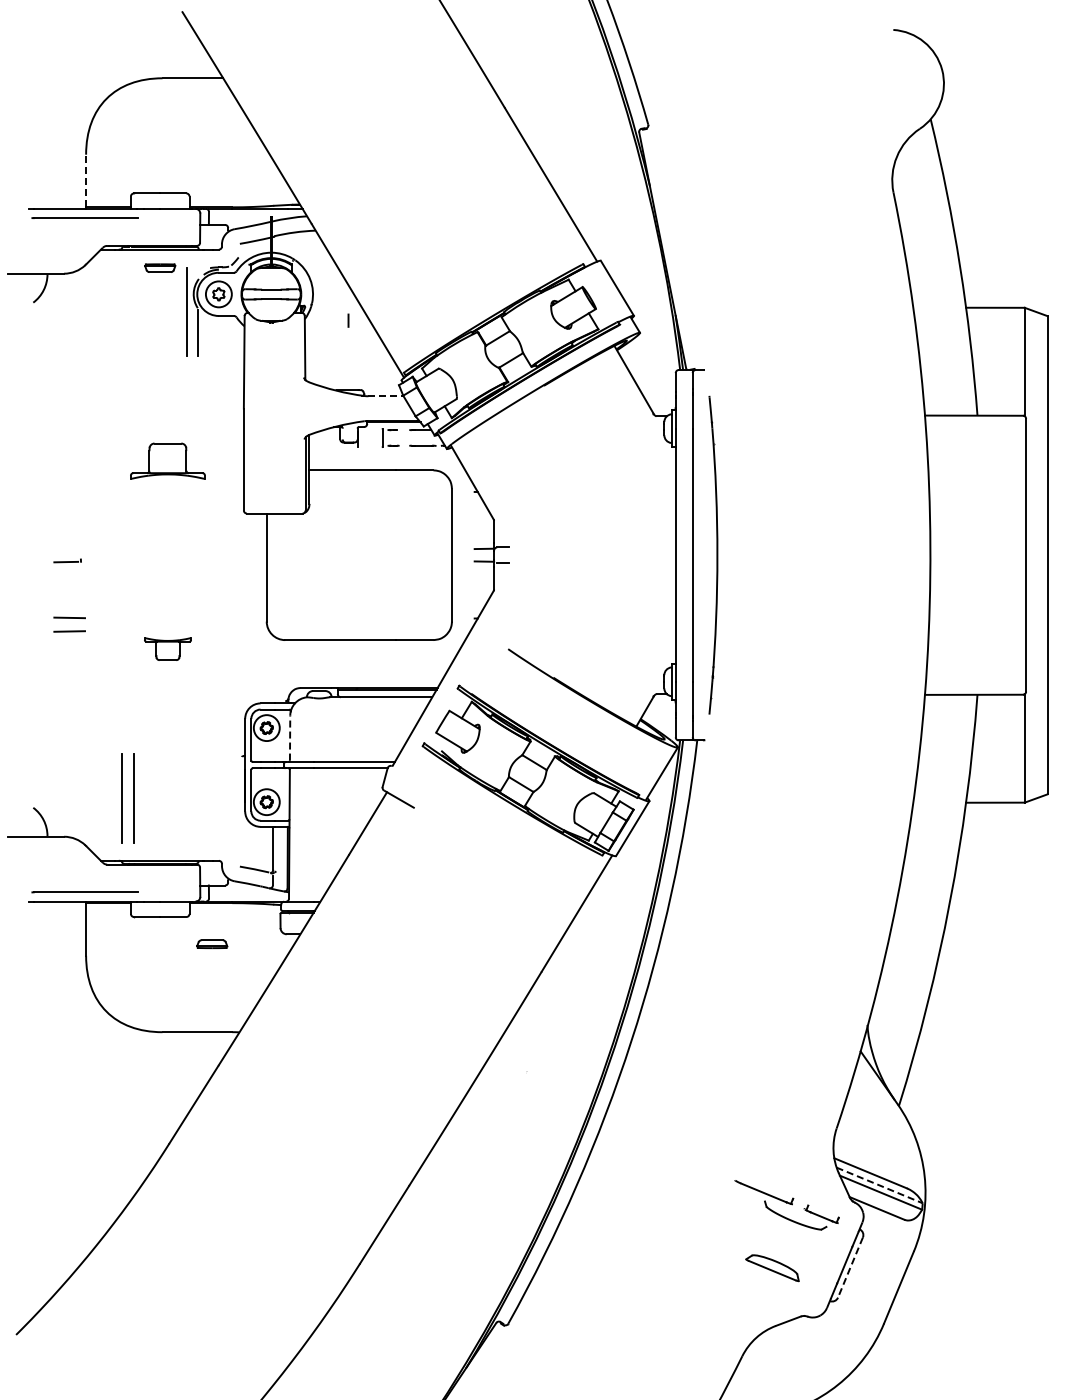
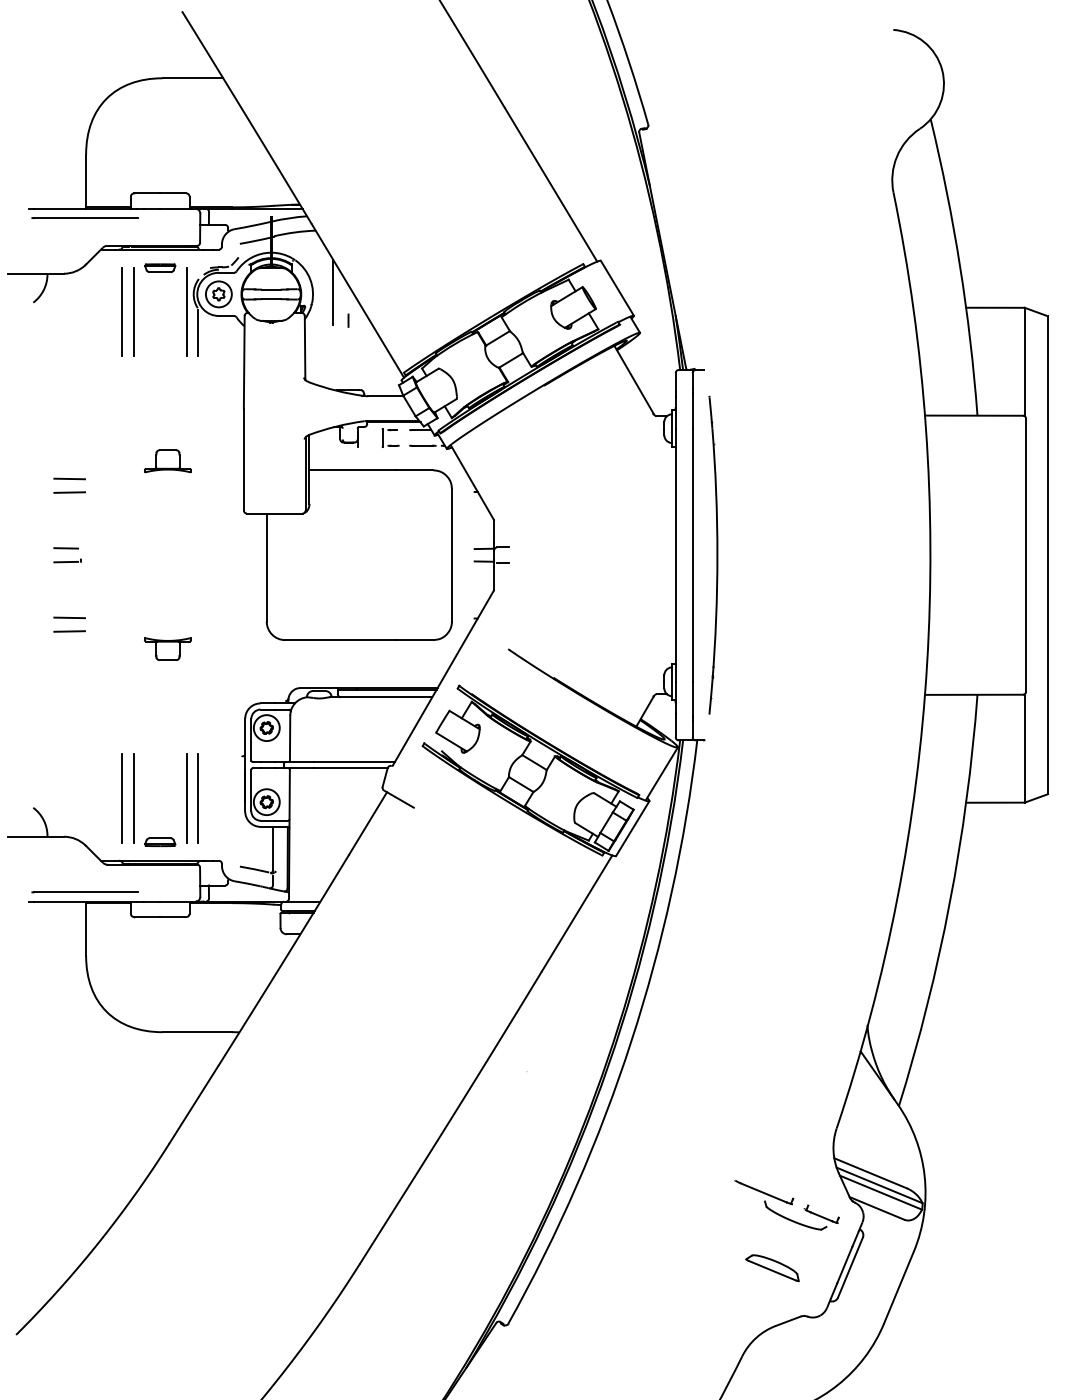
line at (86, 180): dashed -> solid
line at (333, 292): none -> present
line at (122, 311): none -> present
line at (133, 311): none -> present
line at (386, 396): dashed -> solid
part at (167, 460) size: 76x38 px -> 48x25 px
line at (69, 478): none -> present
line at (69, 492): none -> present
line at (65, 548): none -> present
line at (290, 737): dashed -> solid
line at (186, 798): none -> present
line at (198, 798): none -> present
part at (212, 943) position: (212, 943) -> (160, 841)
line at (879, 1185): dashed -> solid
line at (850, 1267): dashed -> solid
